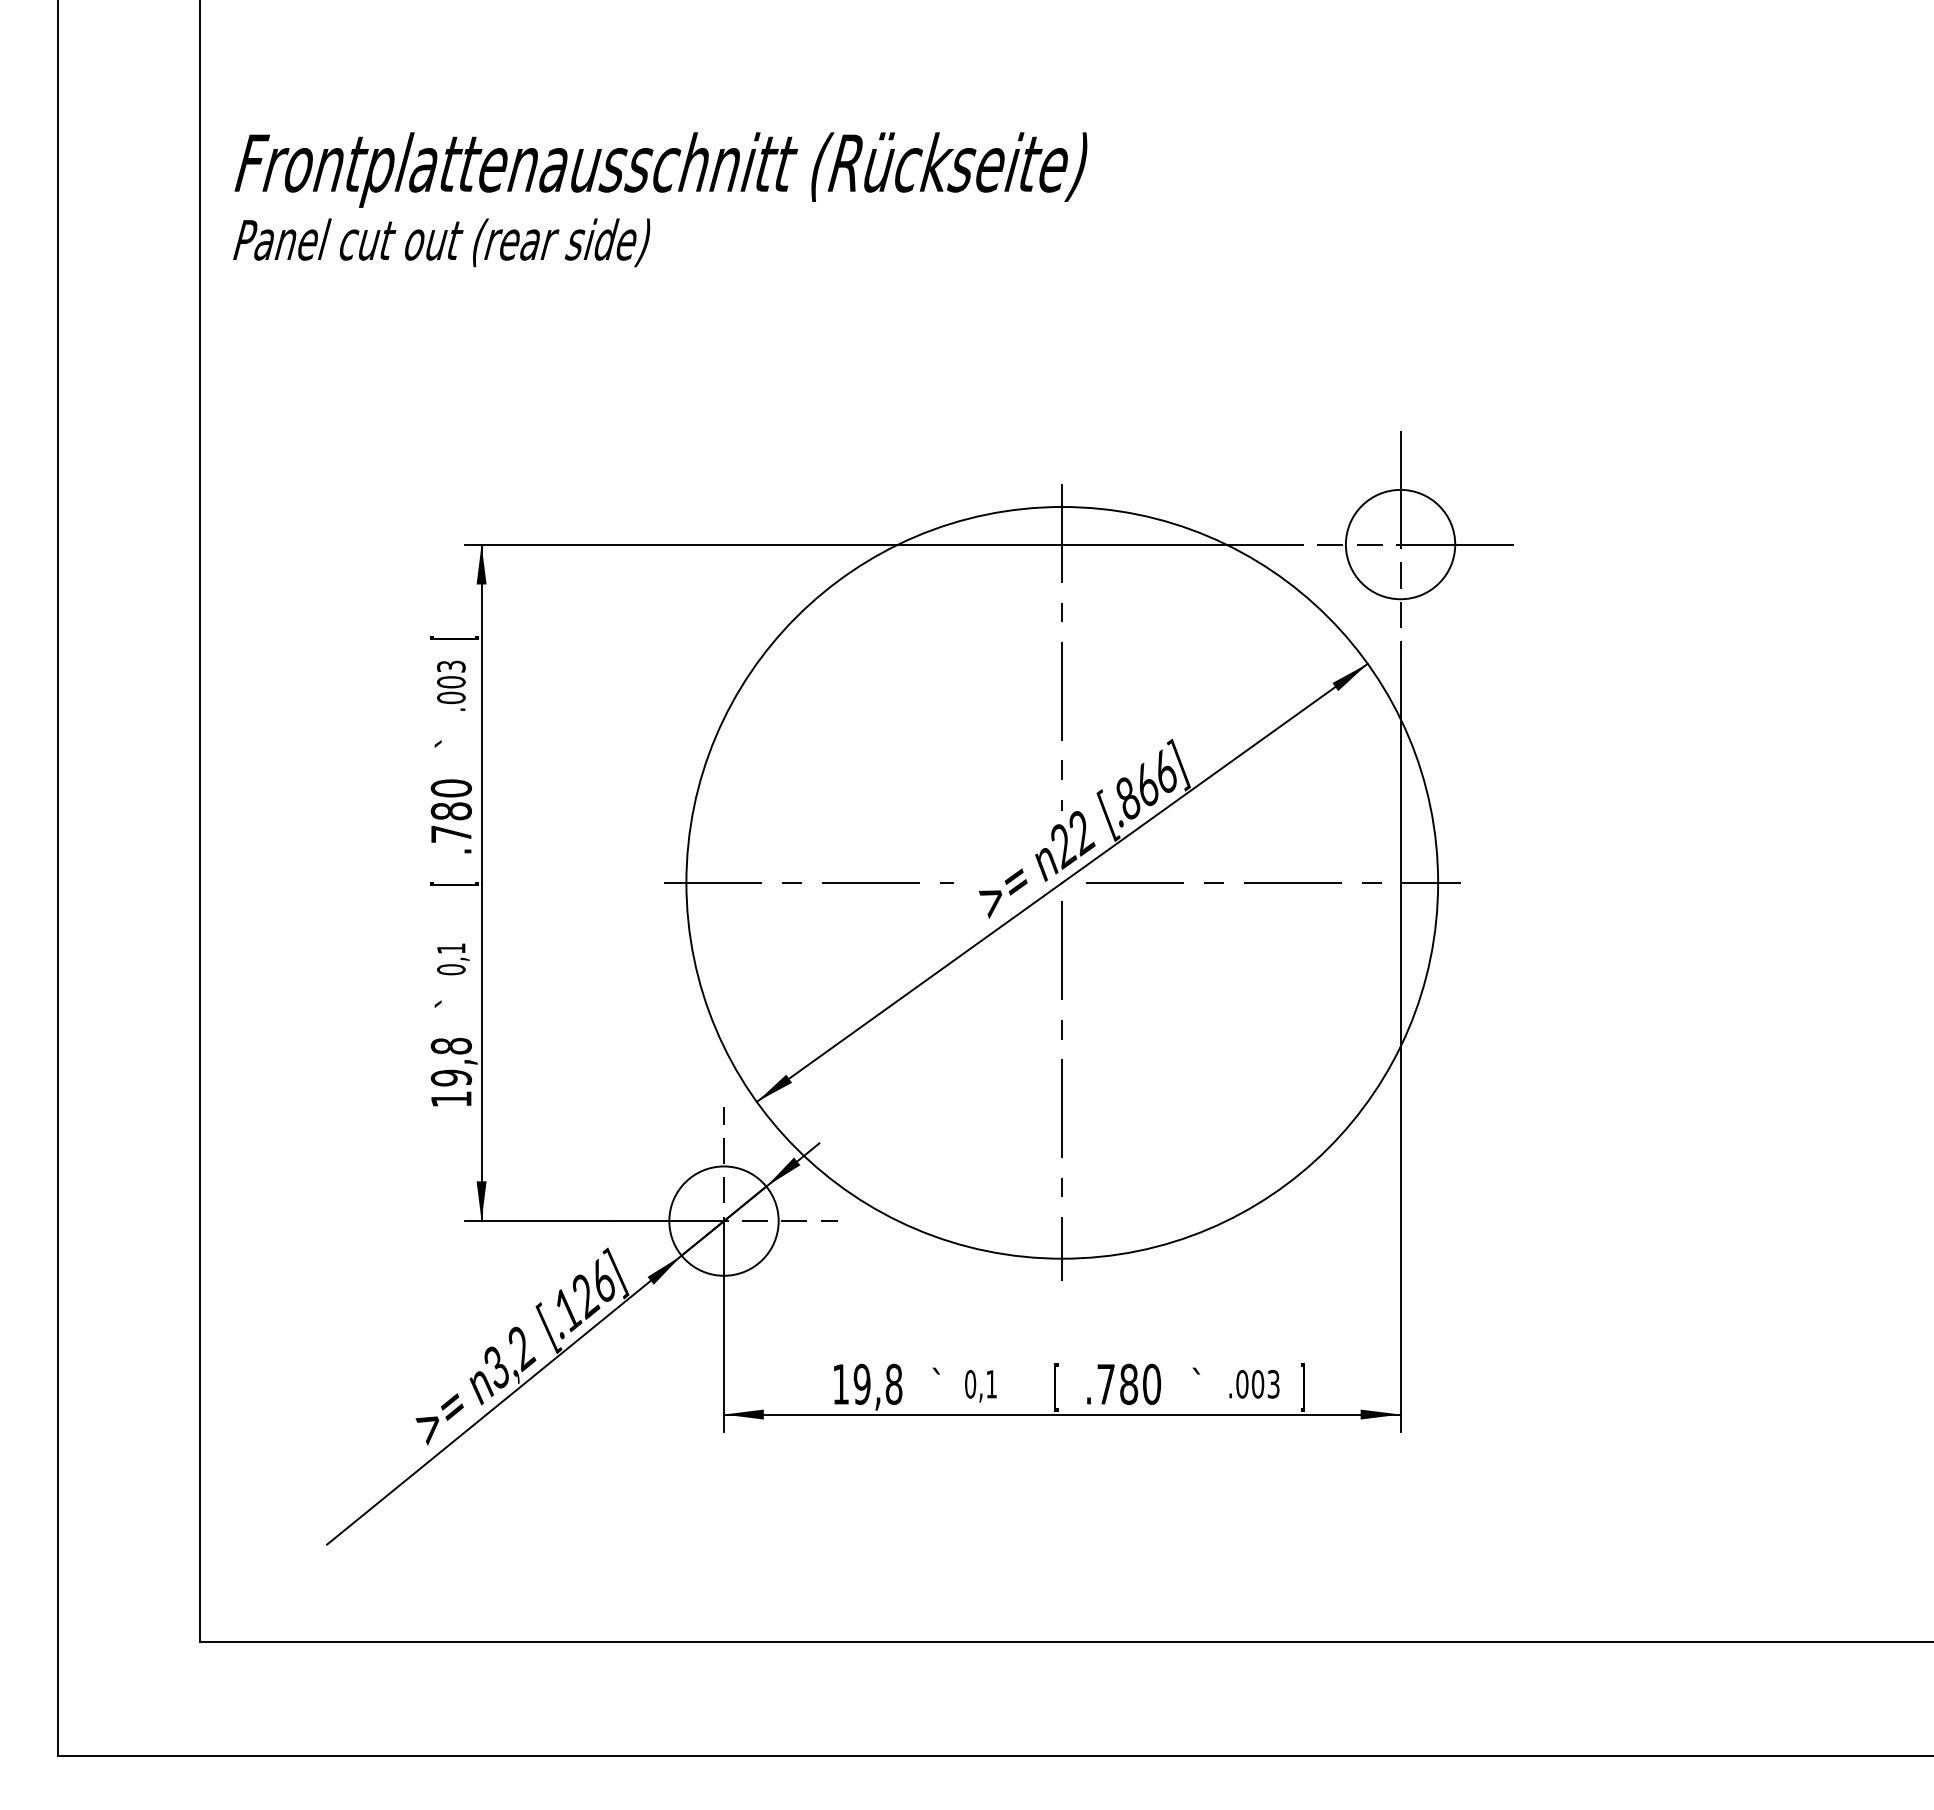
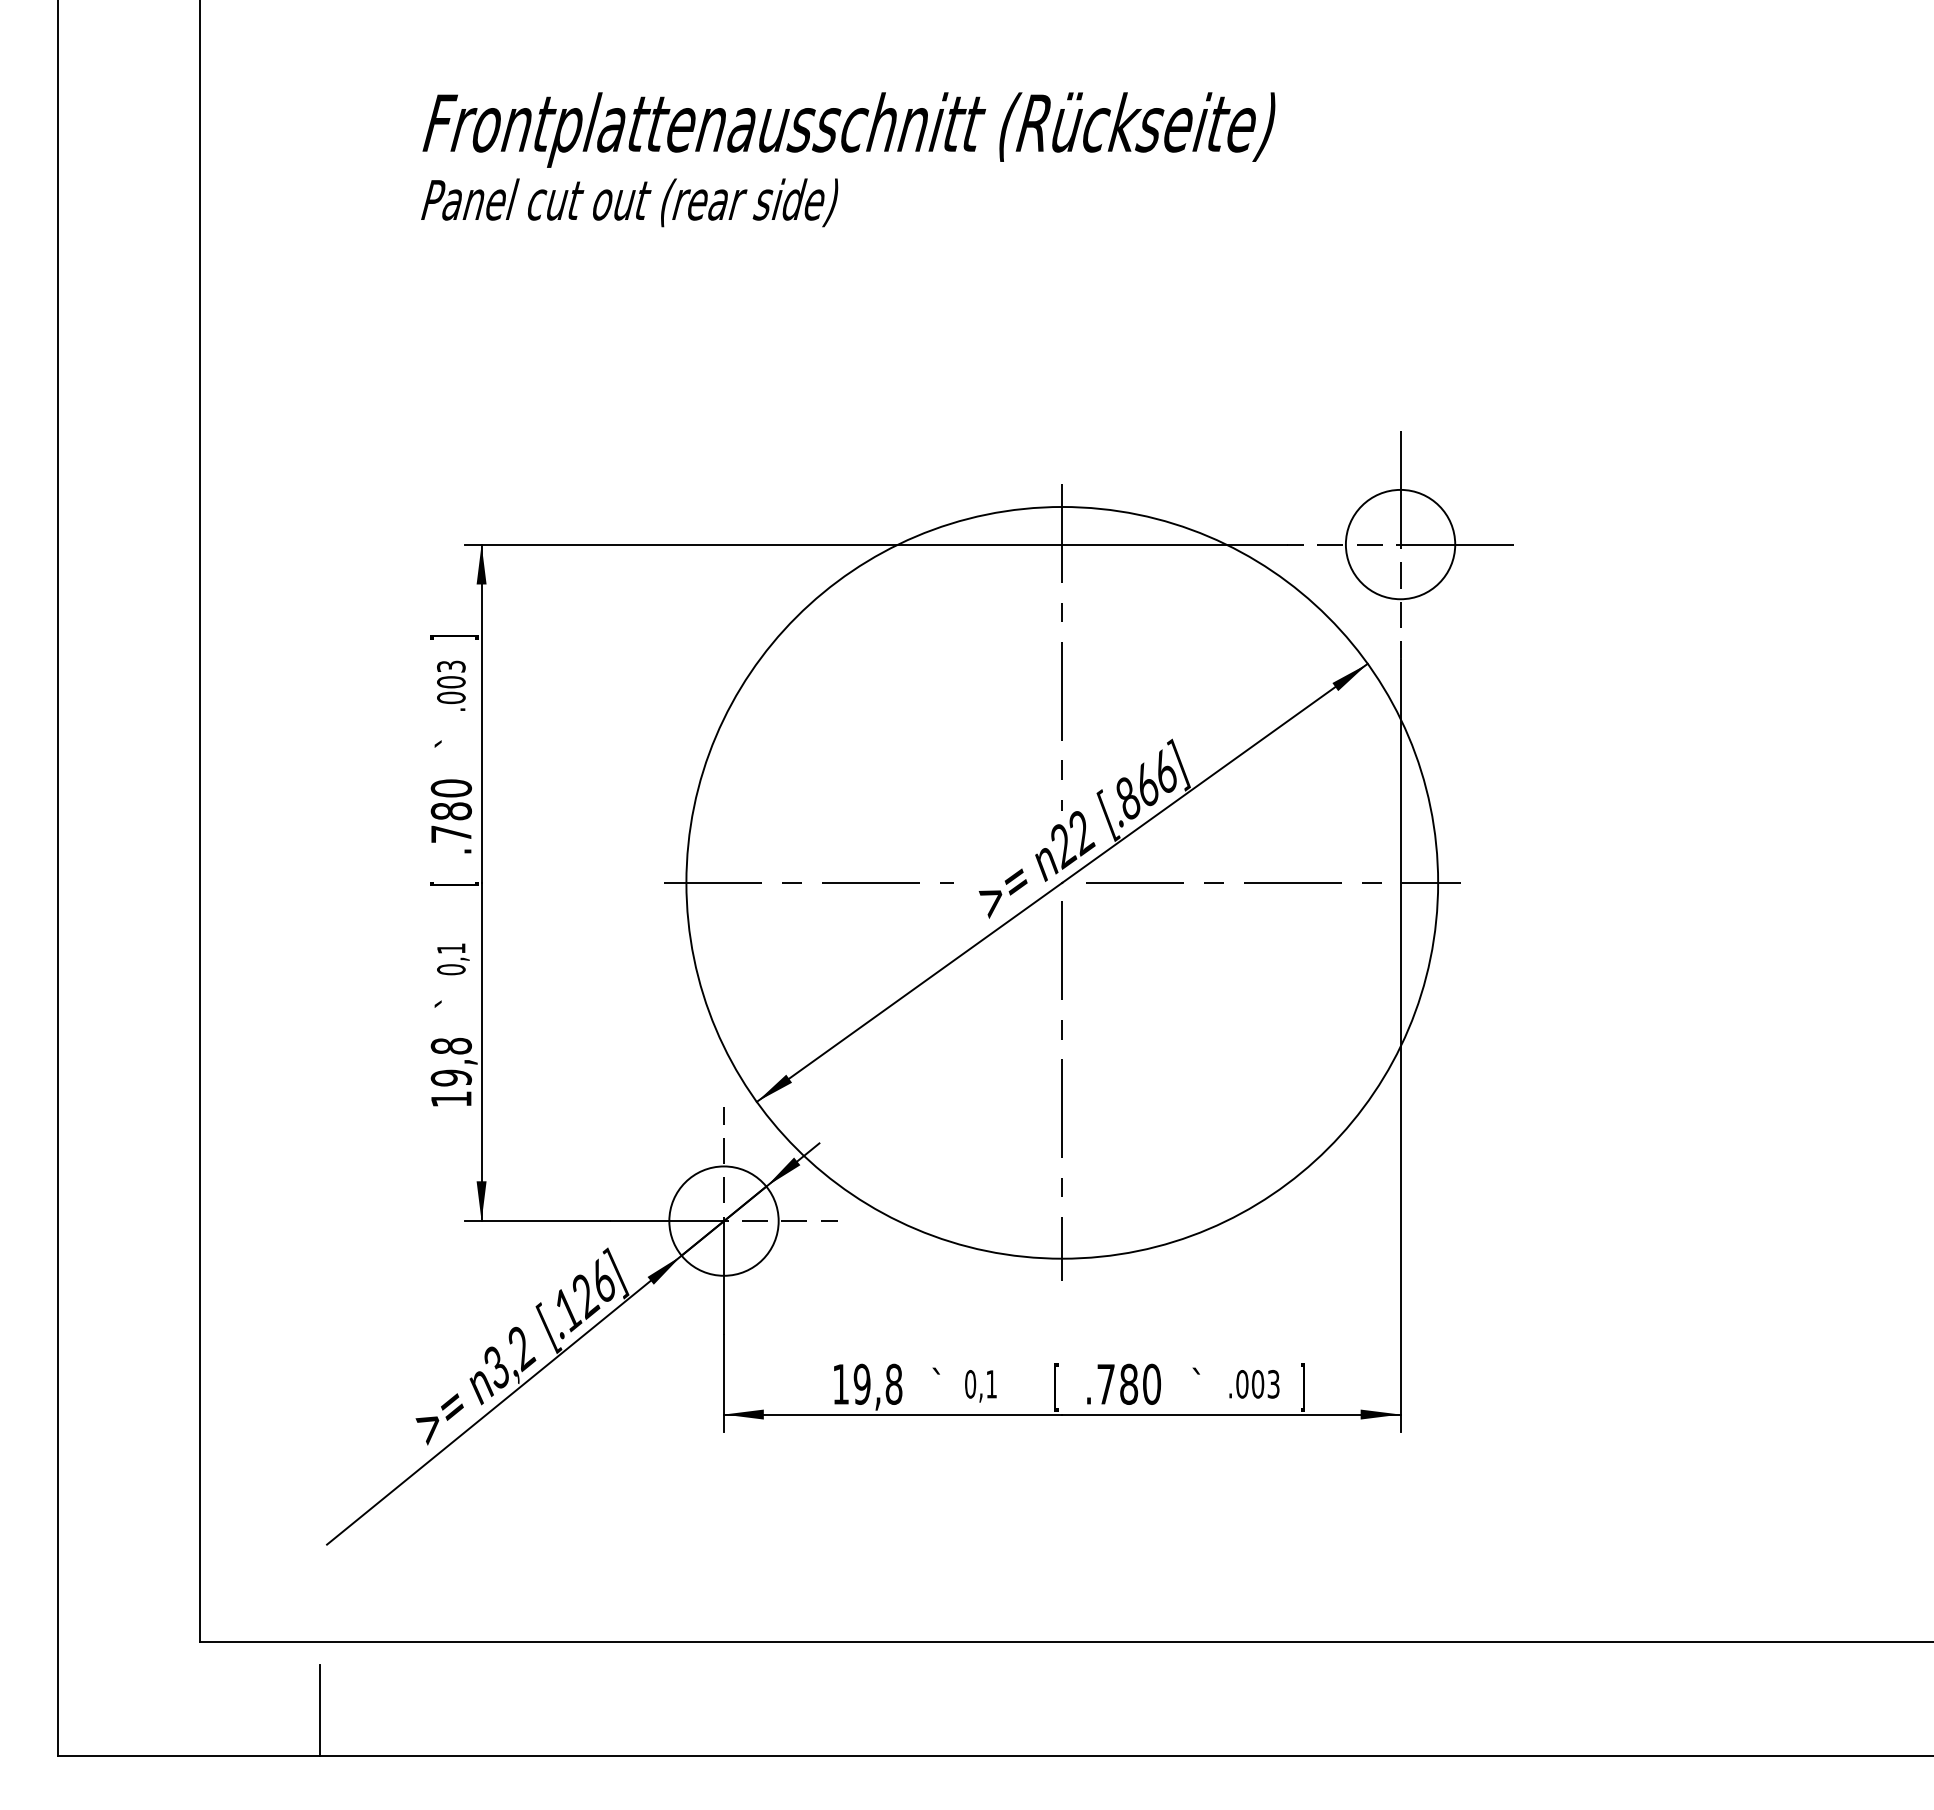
text at (660, 199) position: (660, 199) -> (848, 159)
text at (454, 637): [ -> ]
line at (319, 1709): none -> present
